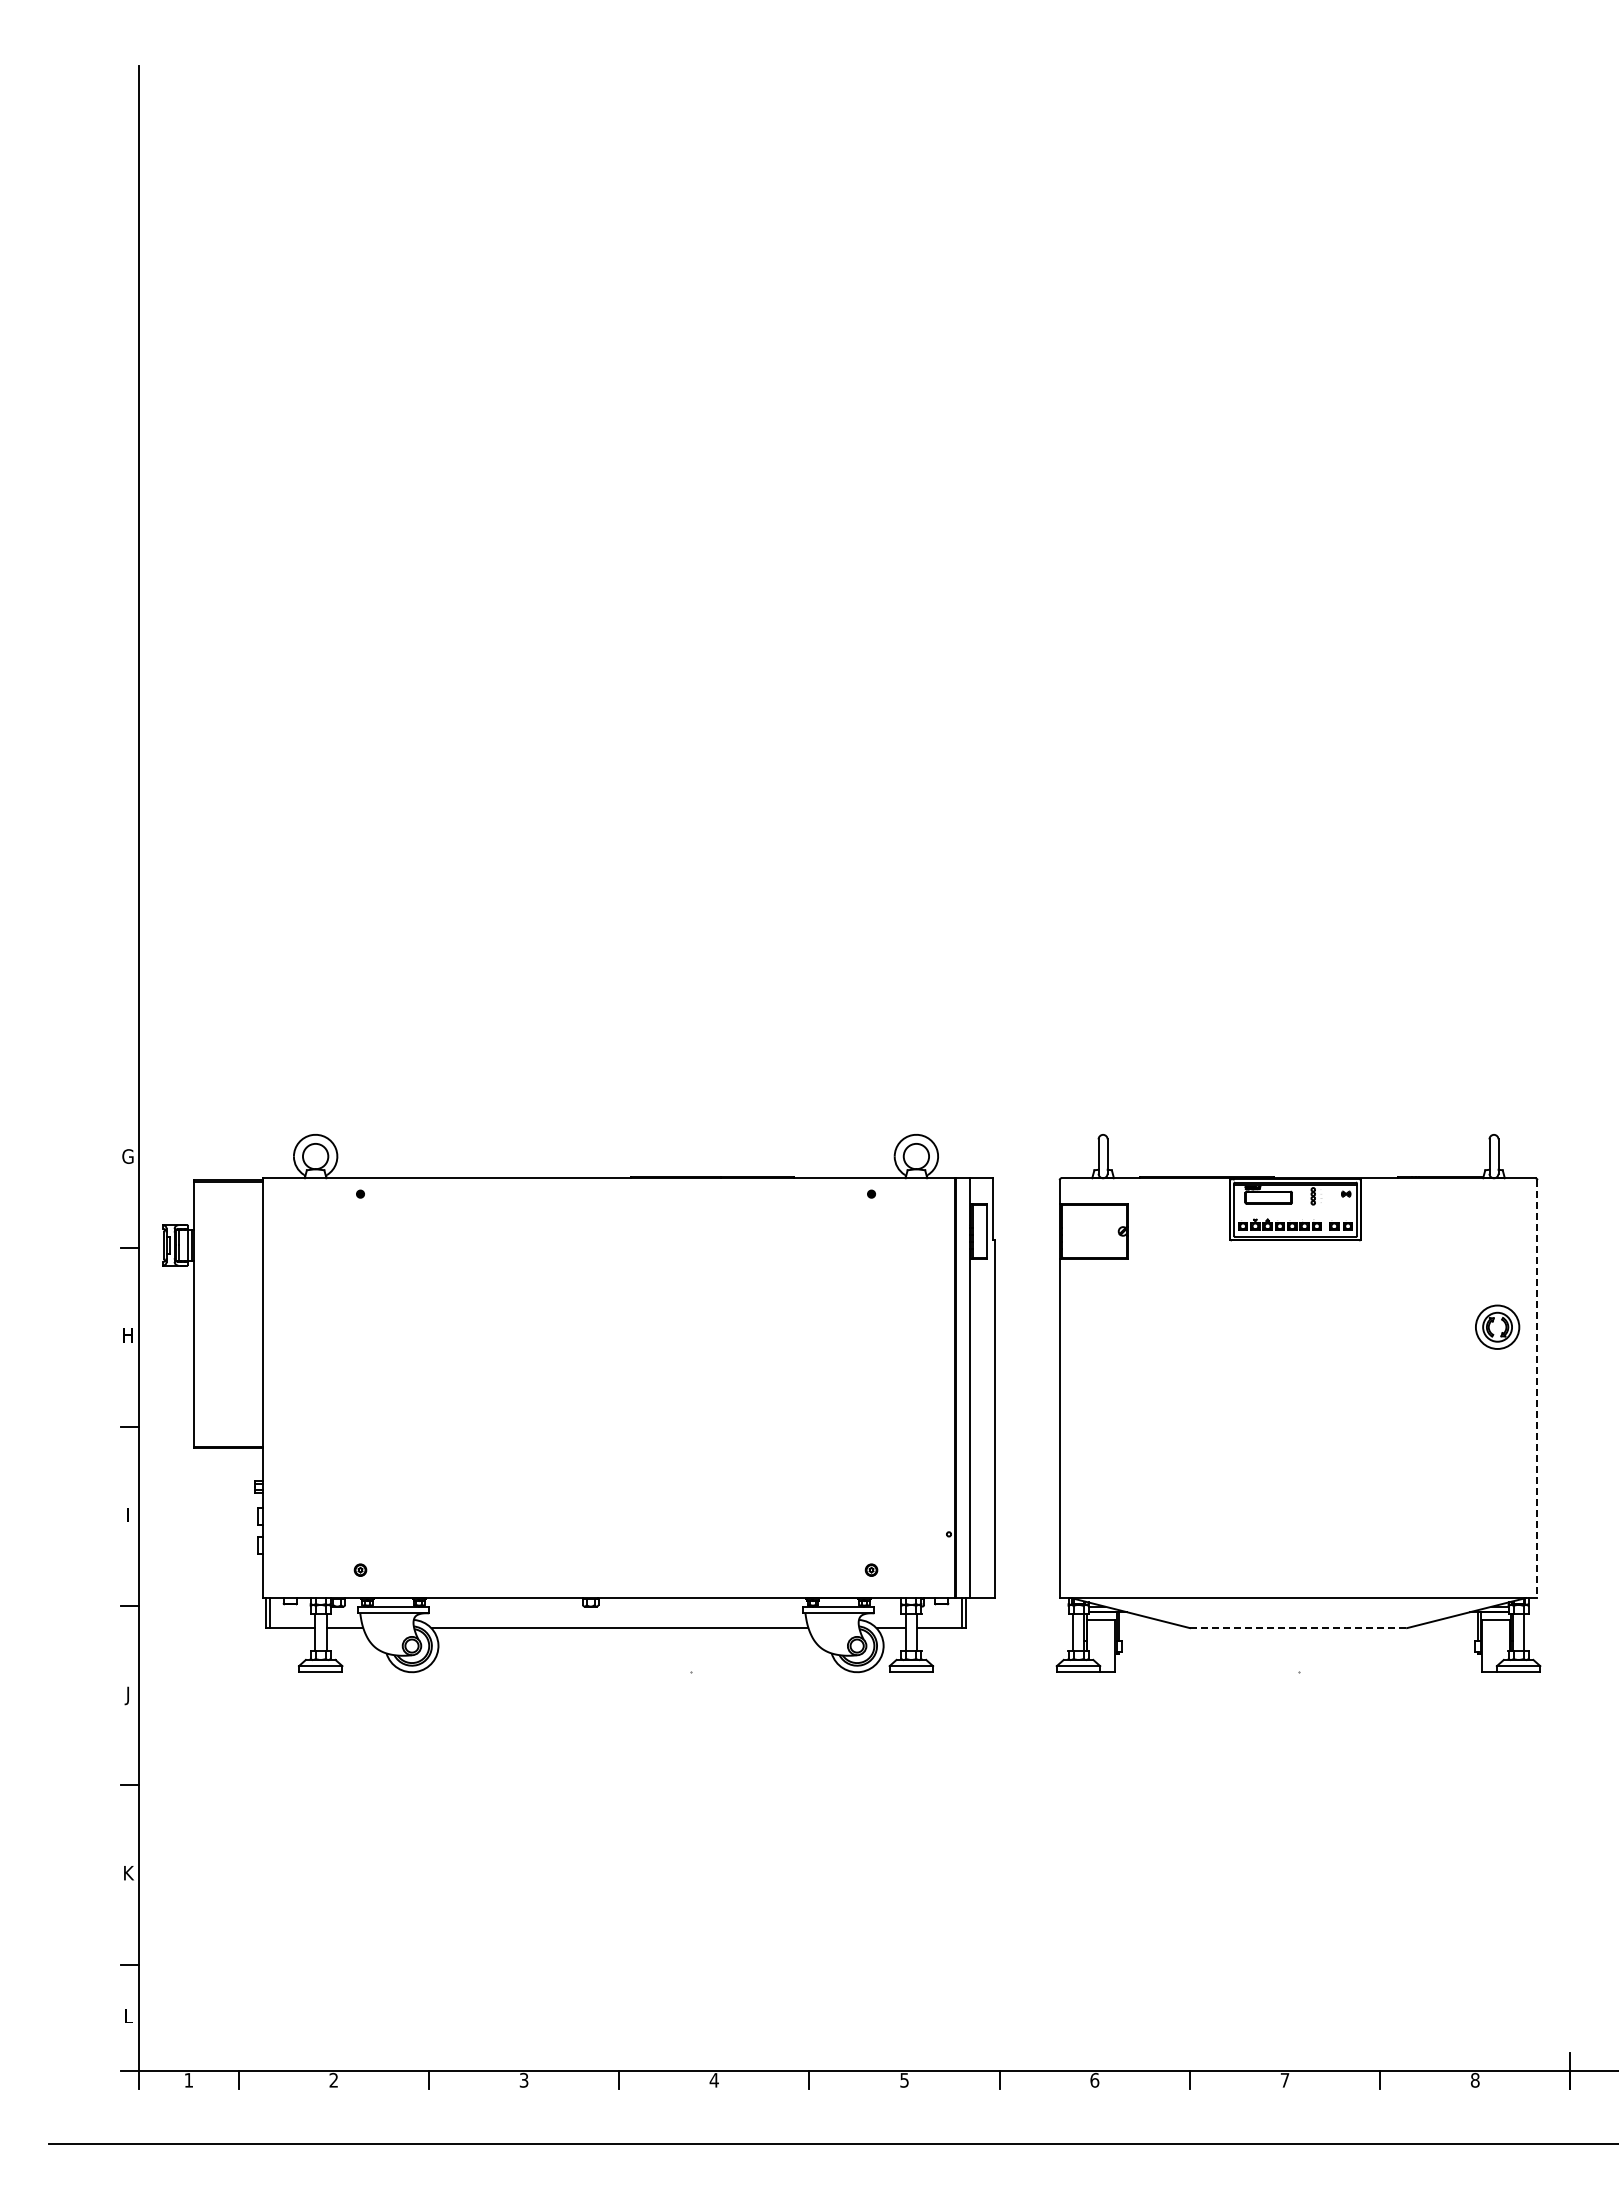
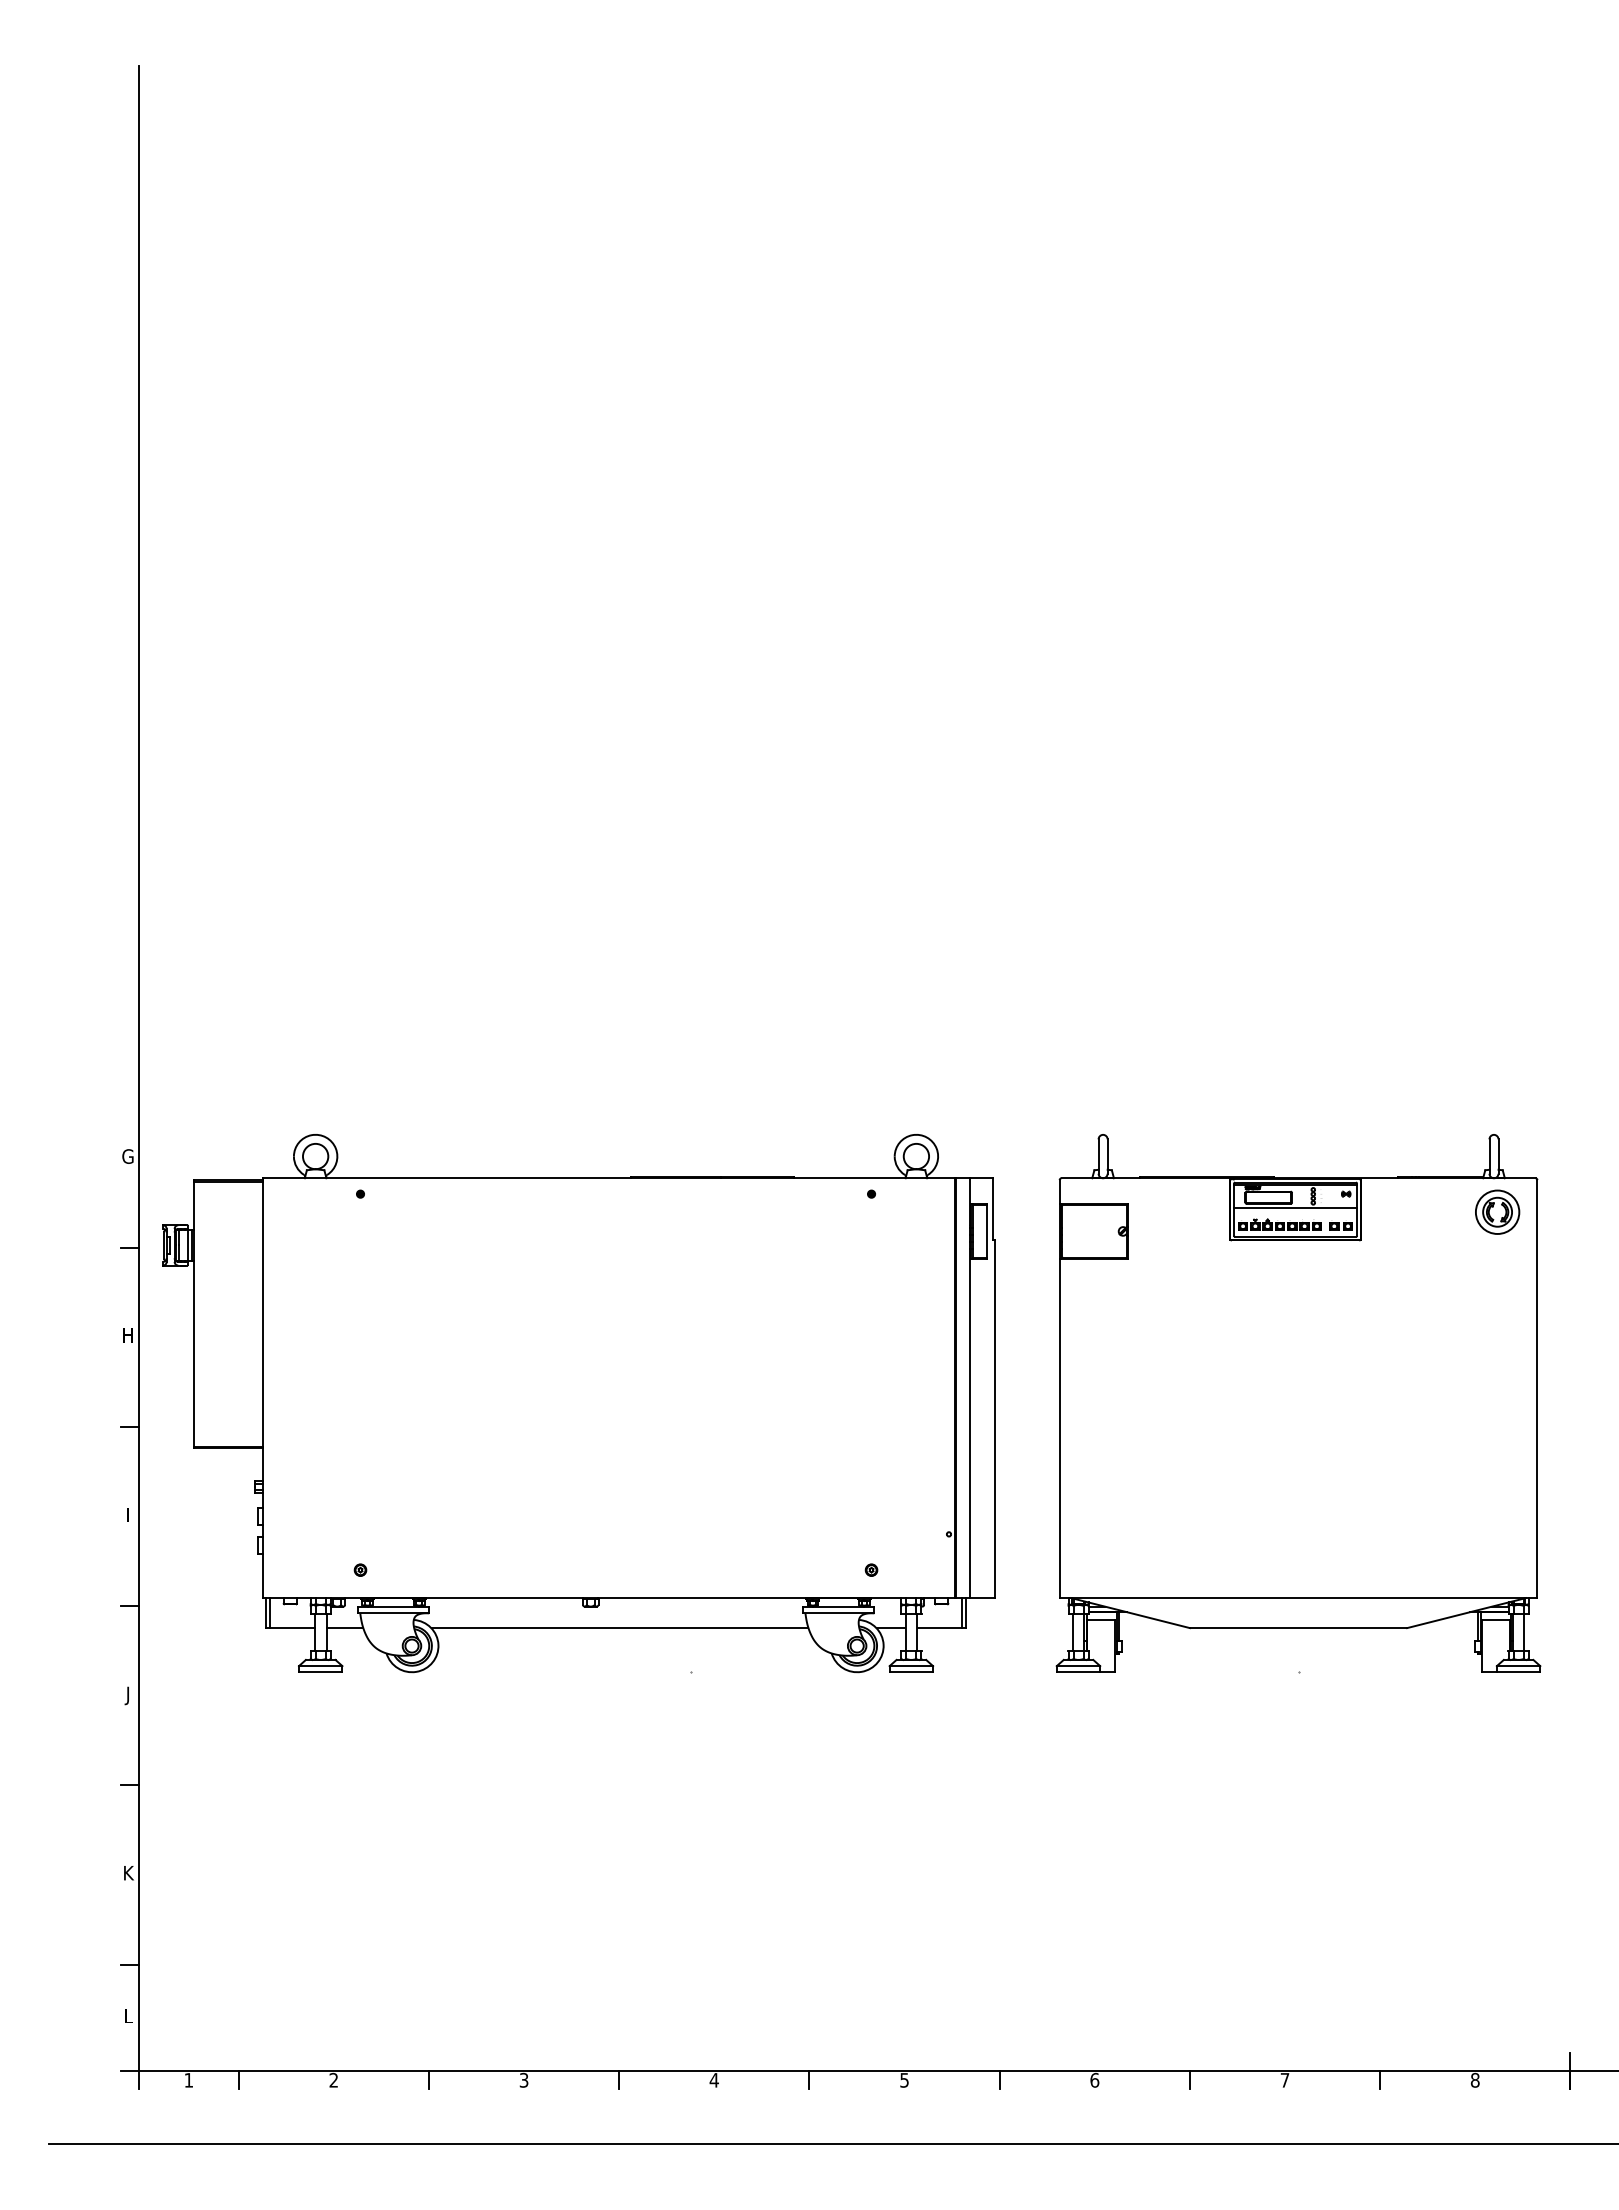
line at (1295, 1207): none -> present
part at (1497, 1326) position: (1497, 1326) -> (1497, 1211)
line at (1537, 1389): dashed -> solid
line at (1298, 1628): dashed -> solid
